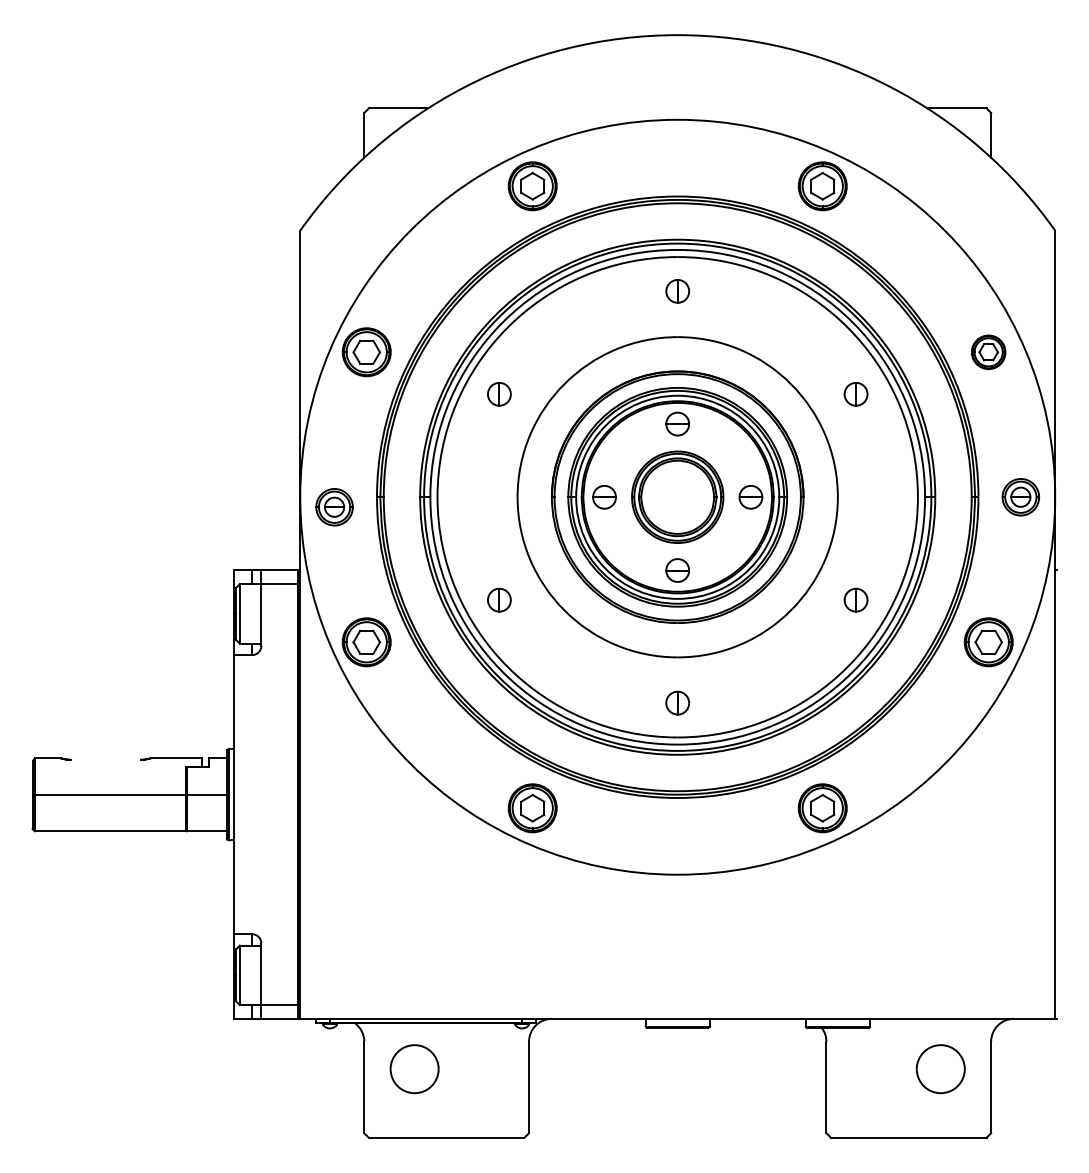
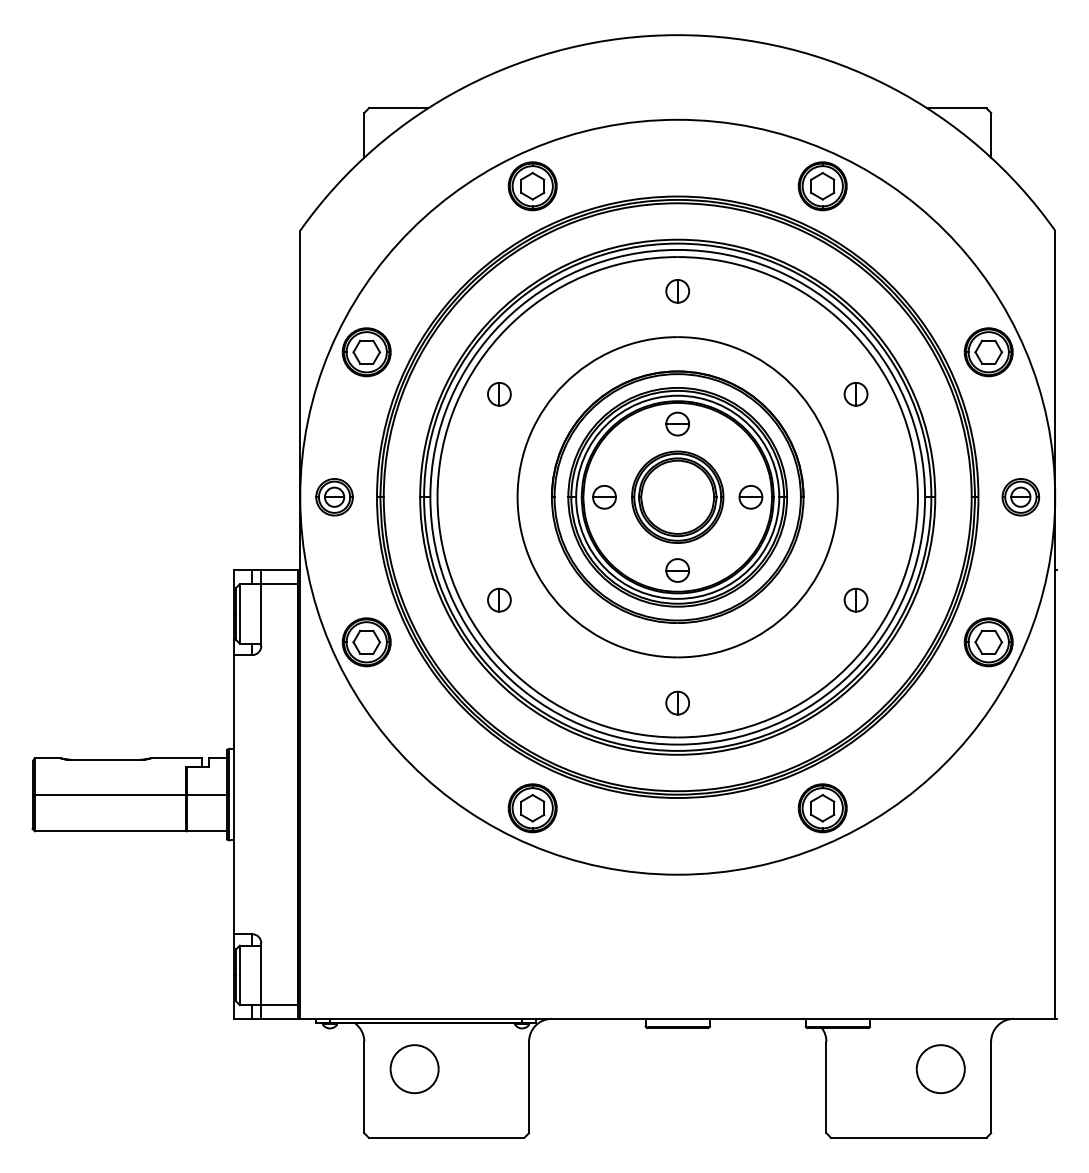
part at (988, 351) size: 36x36 px -> 51x51 px
part at (334, 507) position: (334, 507) -> (334, 497)
line at (105, 759): none -> present
